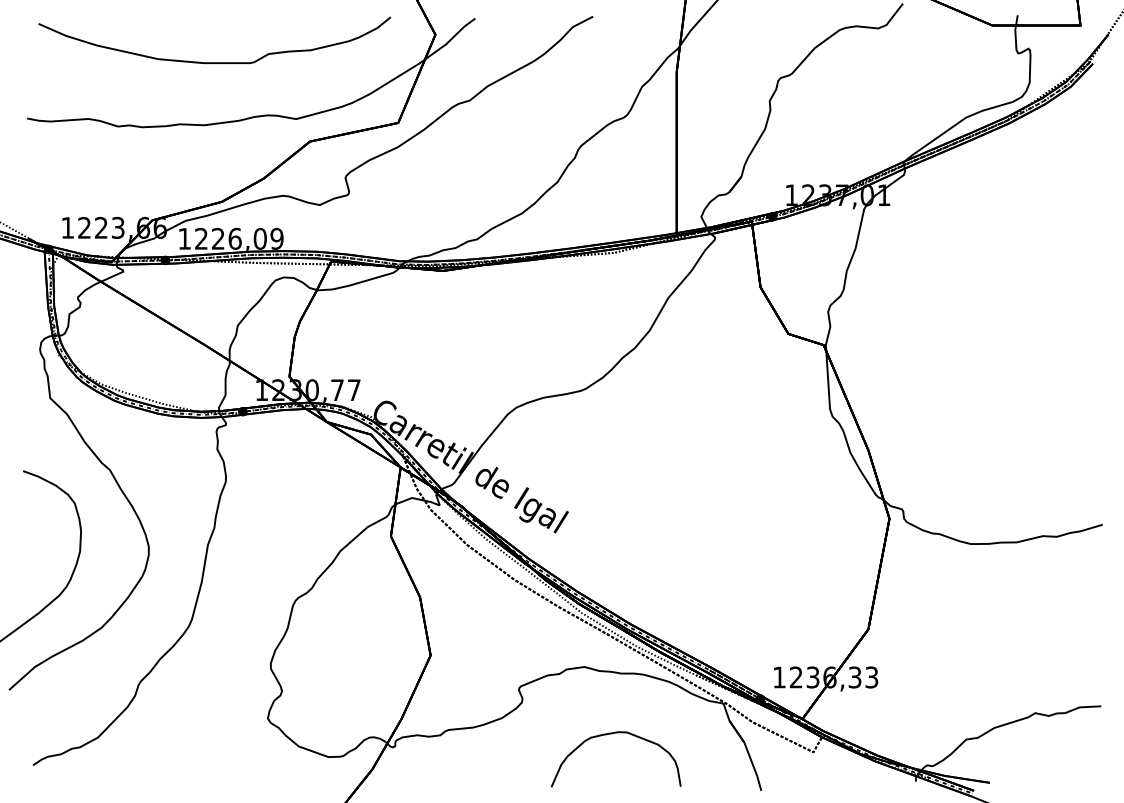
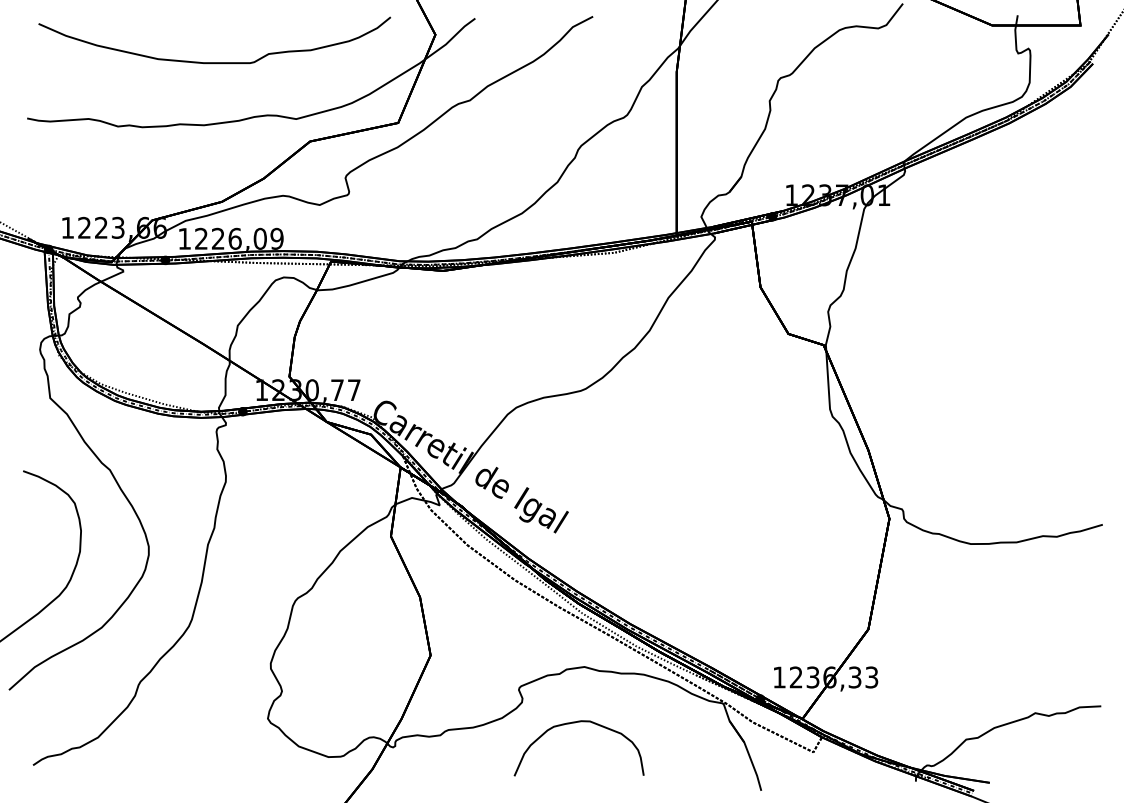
curve at (612, 734) position: (612, 734) -> (575, 723)
